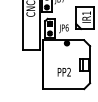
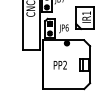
text at (63, 71) position: (63, 71) -> (59, 64)
